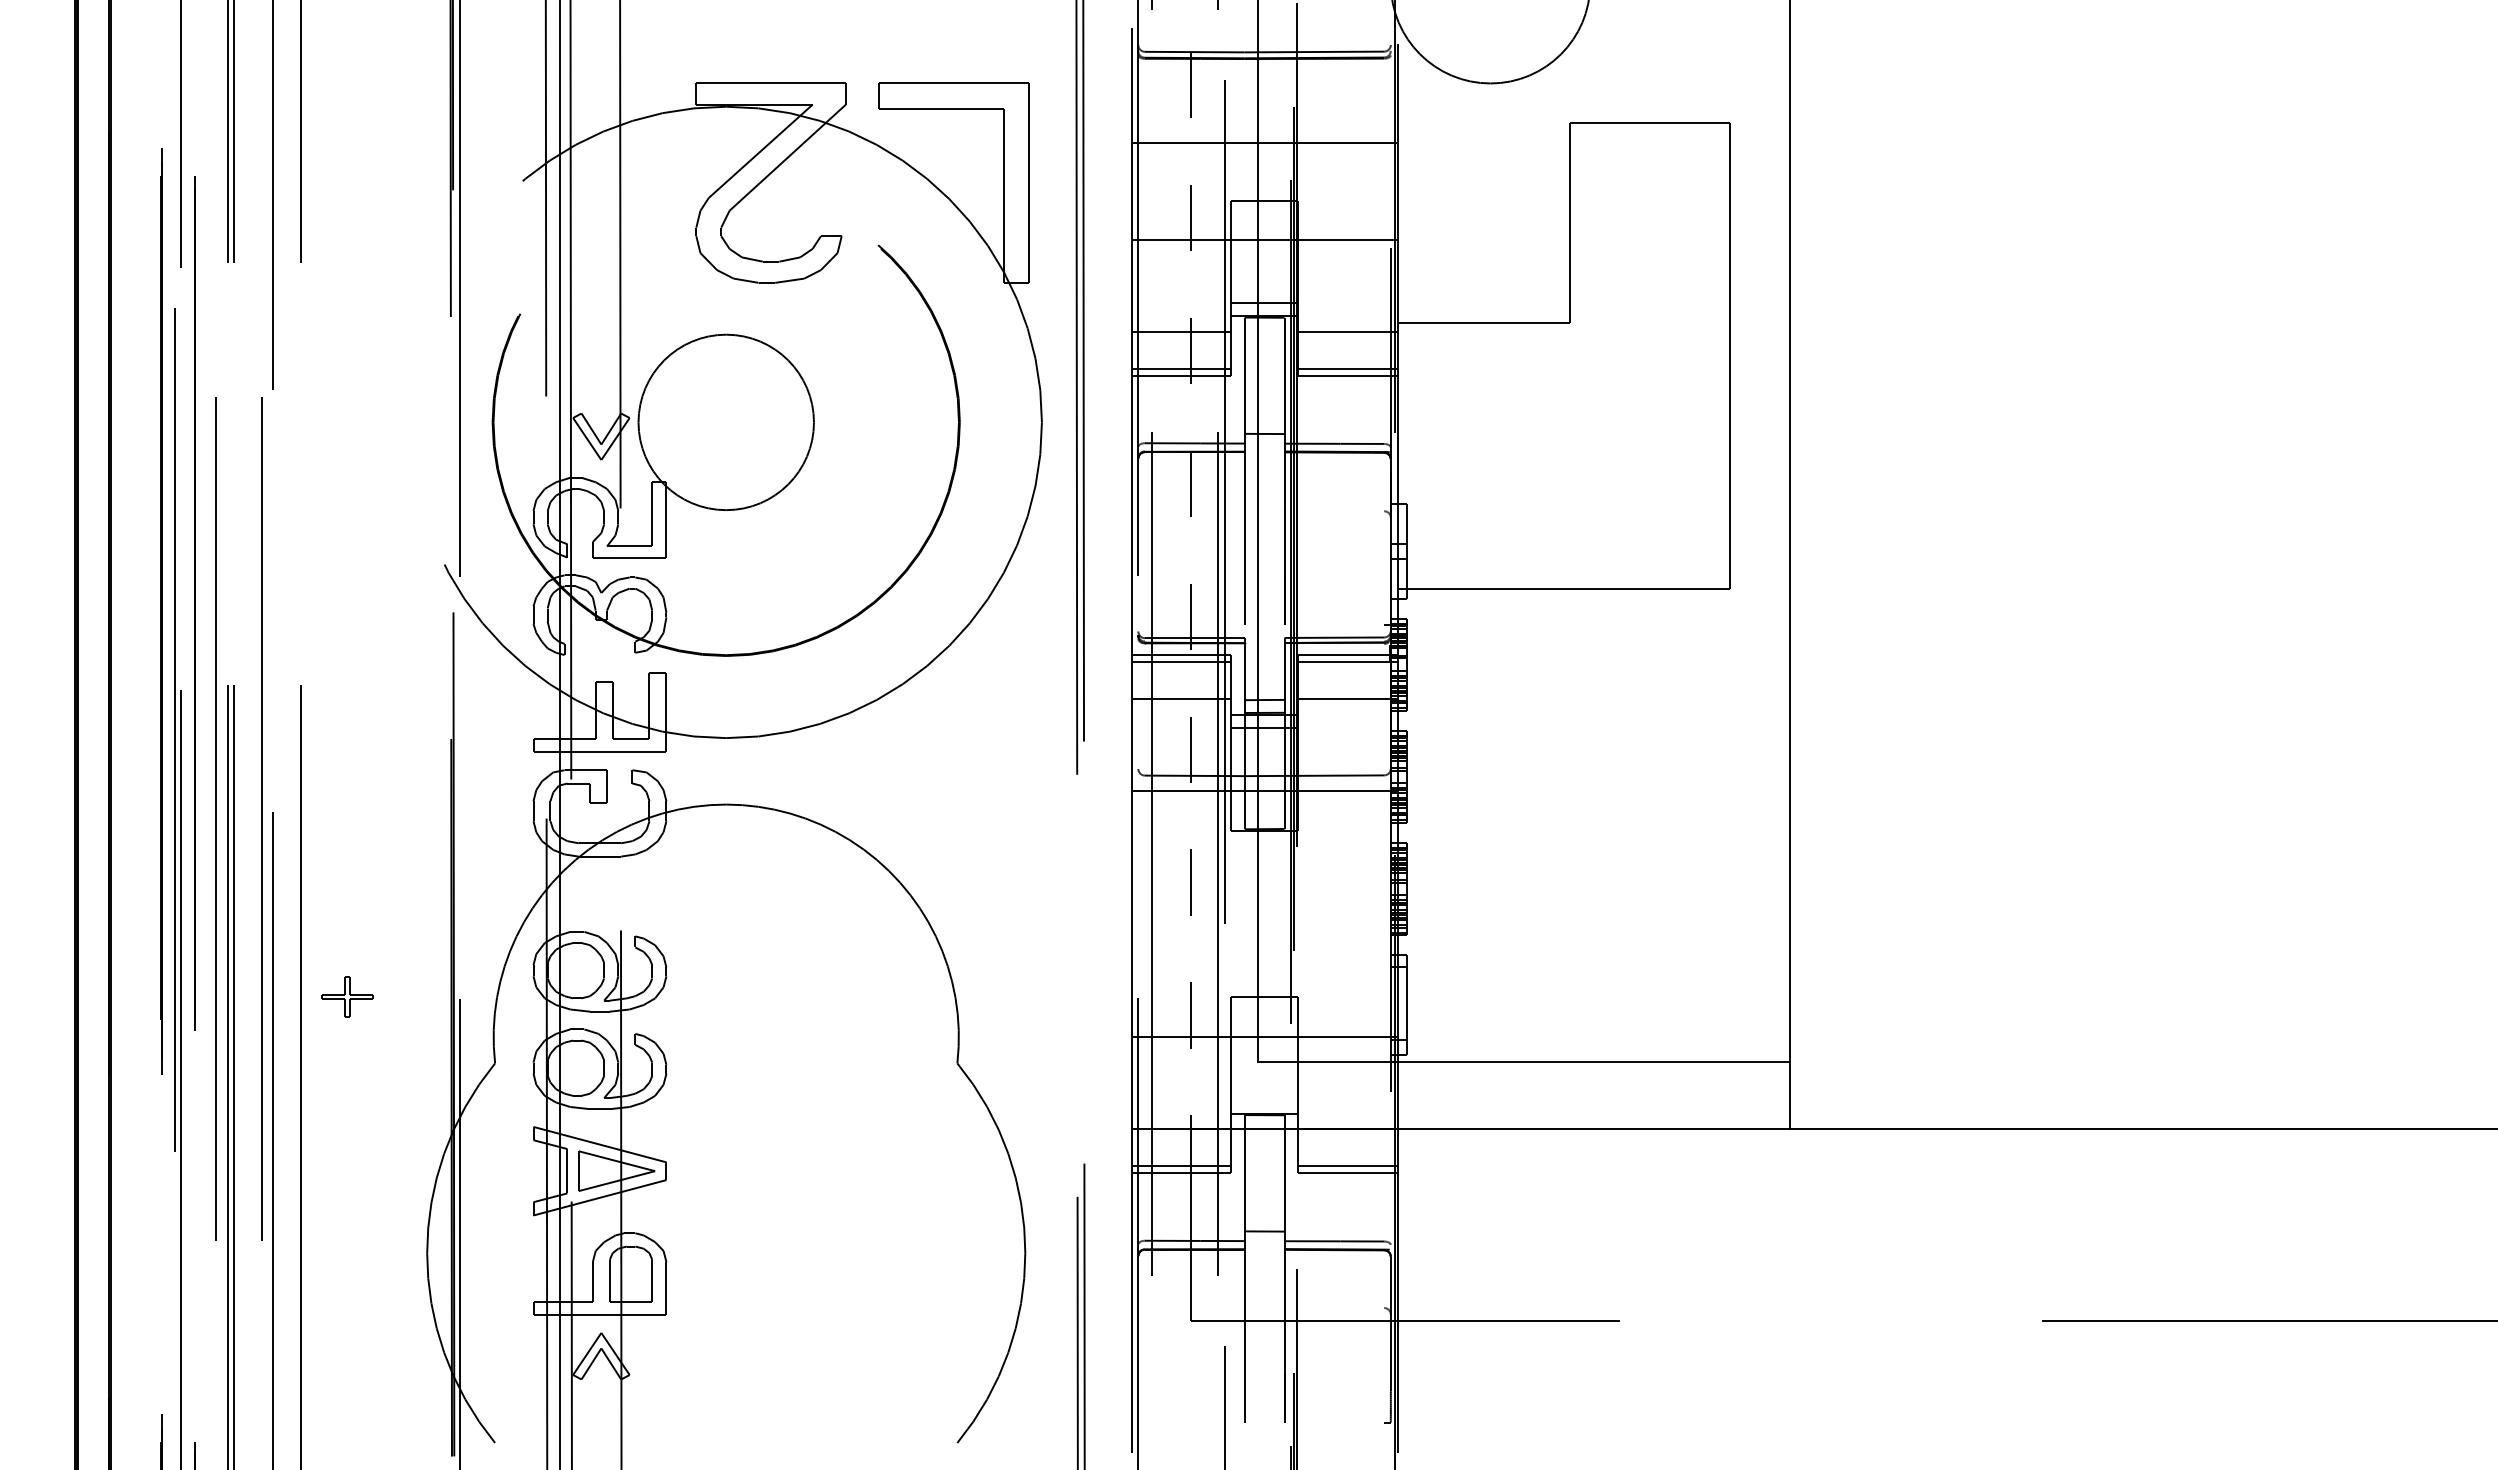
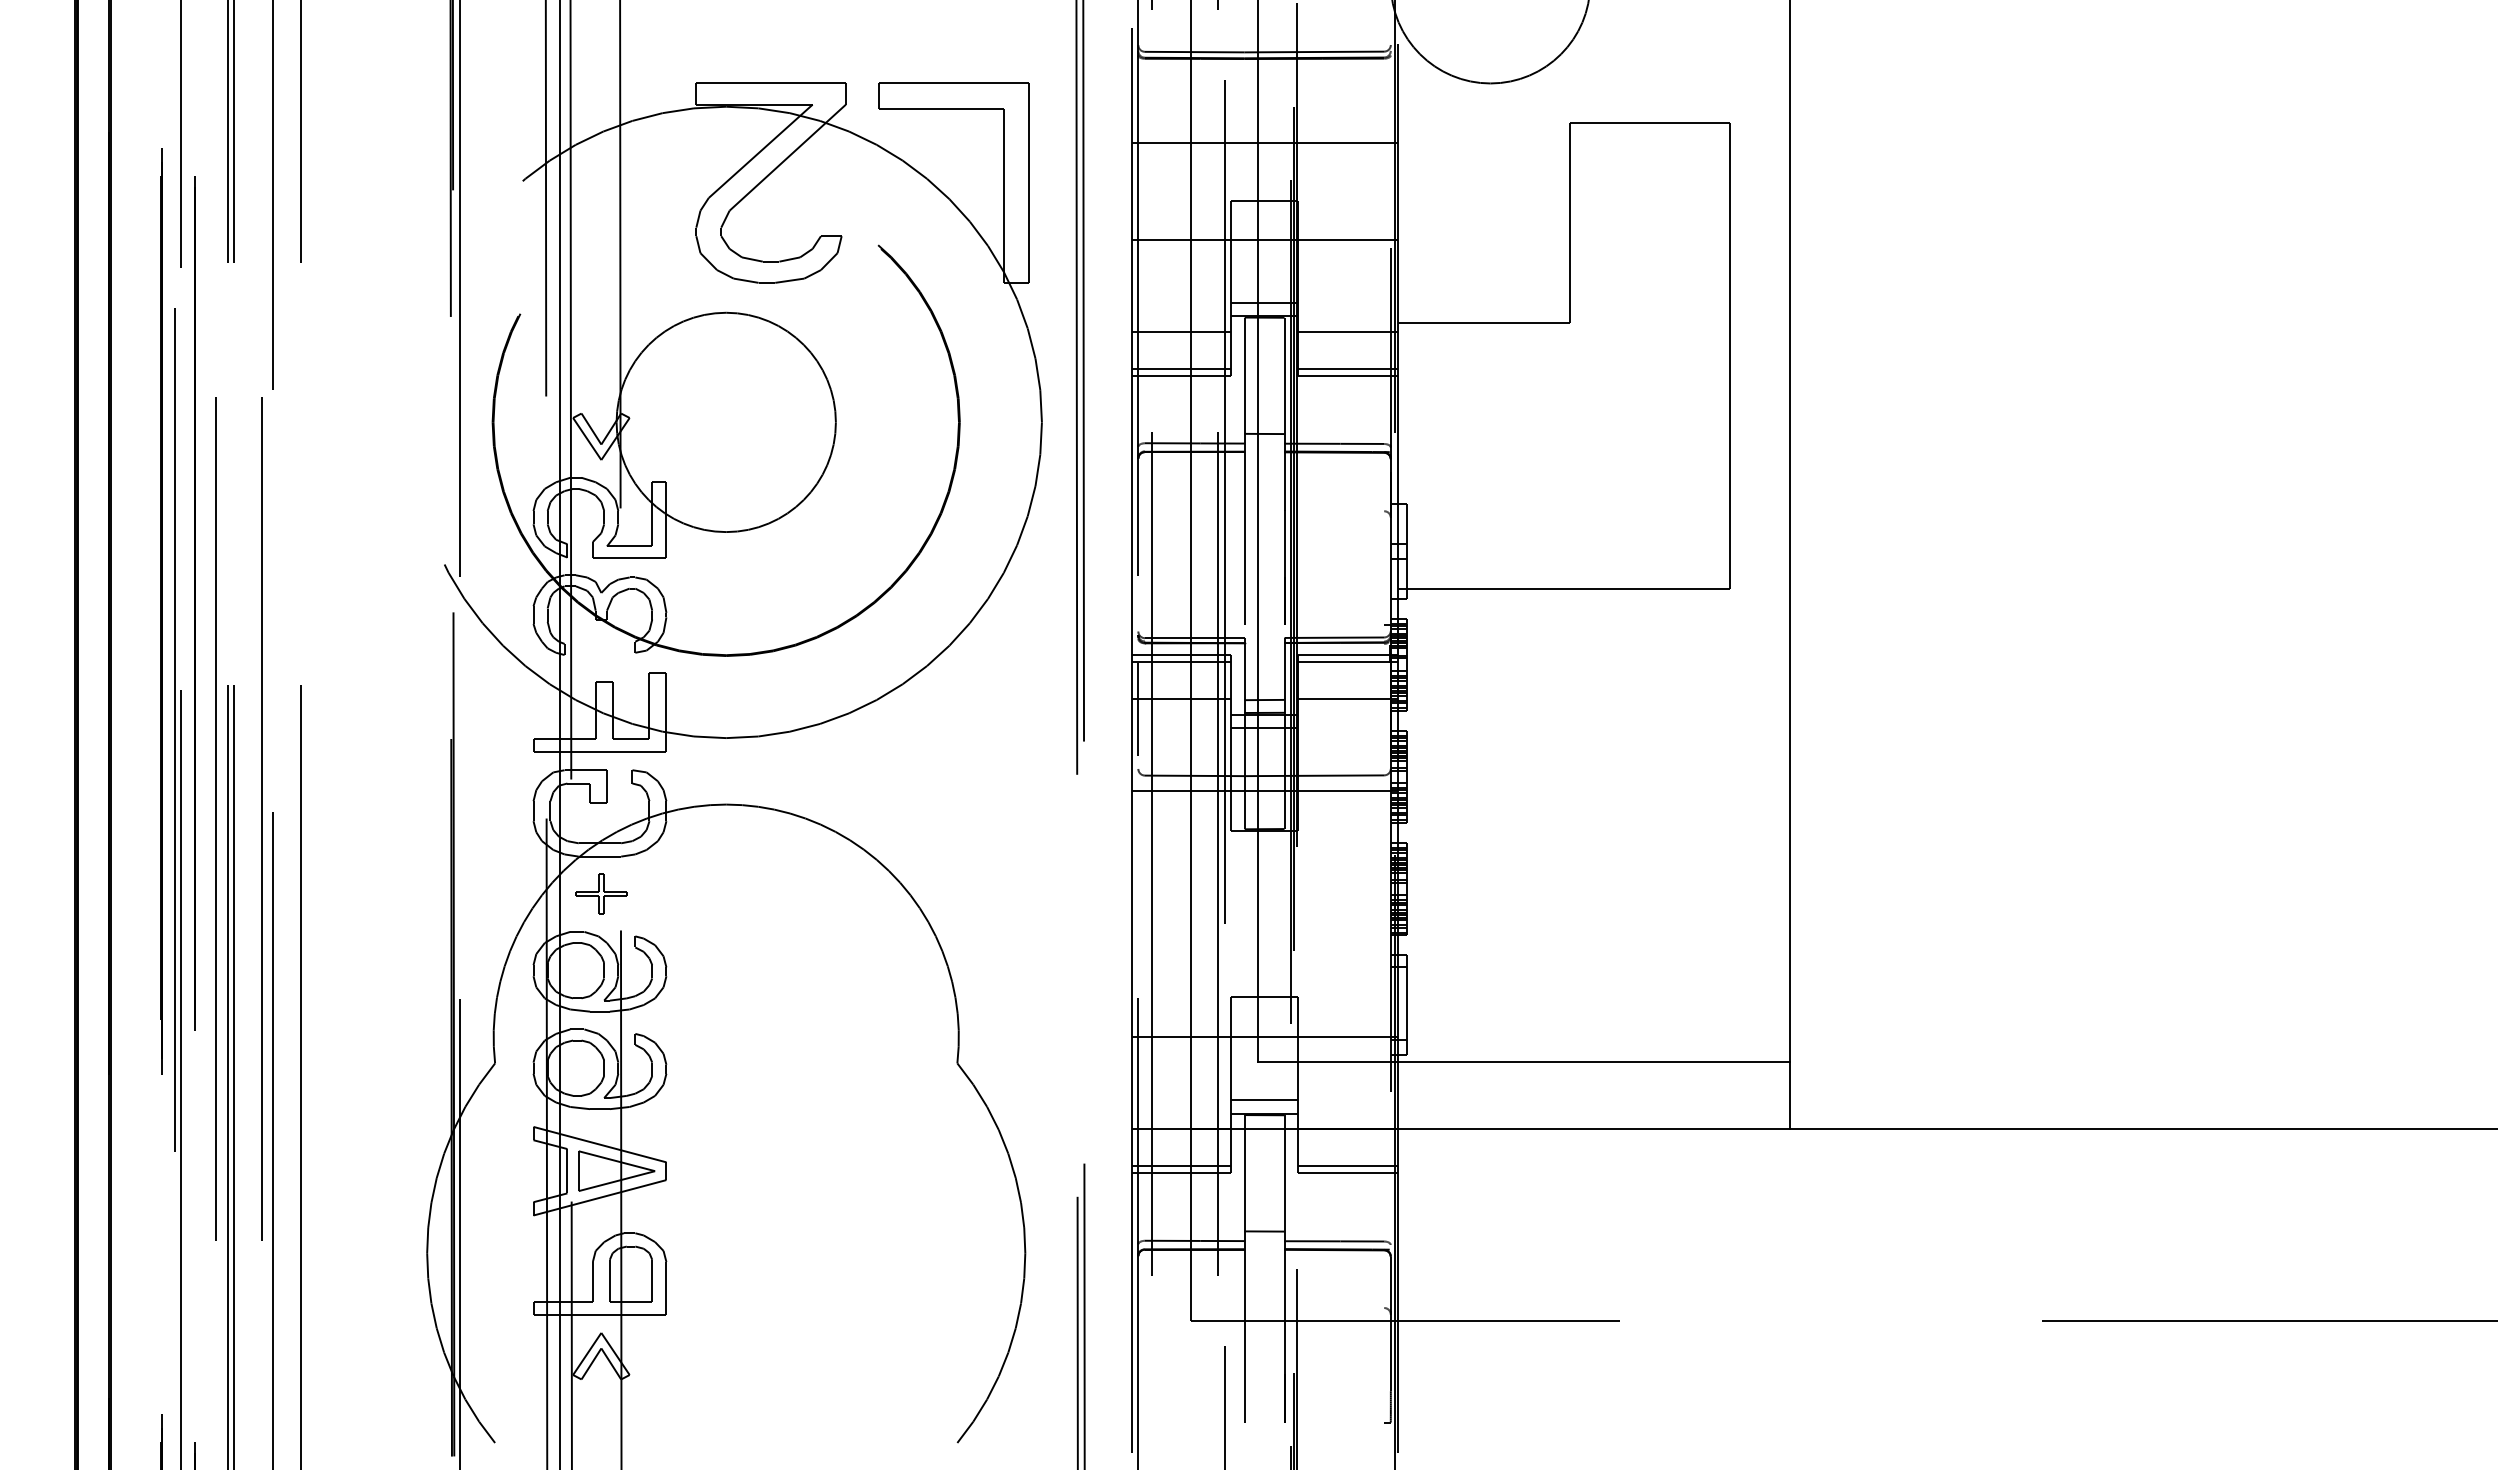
circle at (725, 422) diameter: 175 px -> 219 px
line at (1191, 564): dashed -> solid
line at (1138, 709): none -> present
part at (347, 996) position: (347, 996) -> (601, 893)
line at (1264, 1100): none -> present
